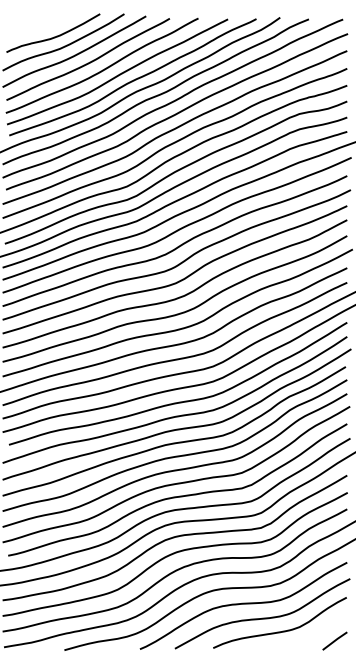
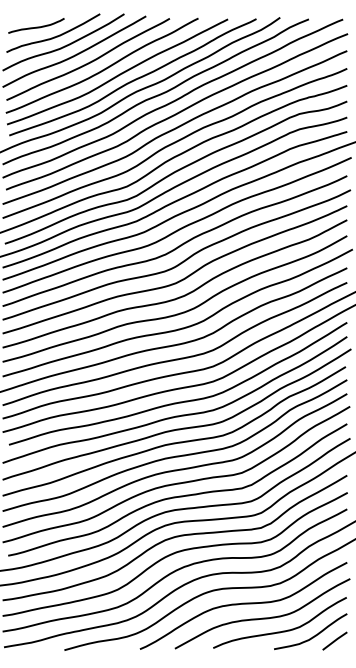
curve at (36, 26): none -> present
curve at (312, 636): none -> present
